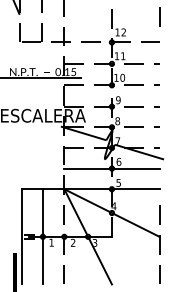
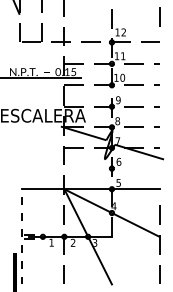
line at (111, 168): present -> none
line at (21, 236): solid -> dashed
line at (42, 236): present -> none
